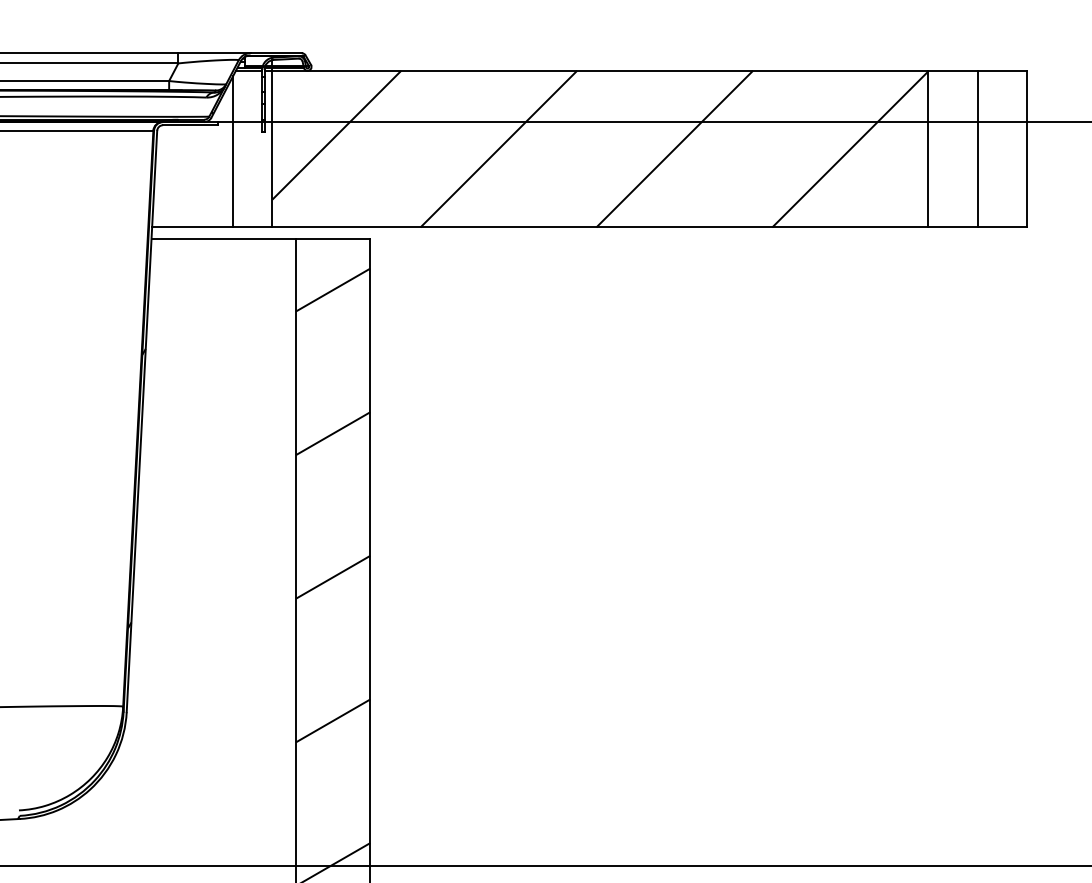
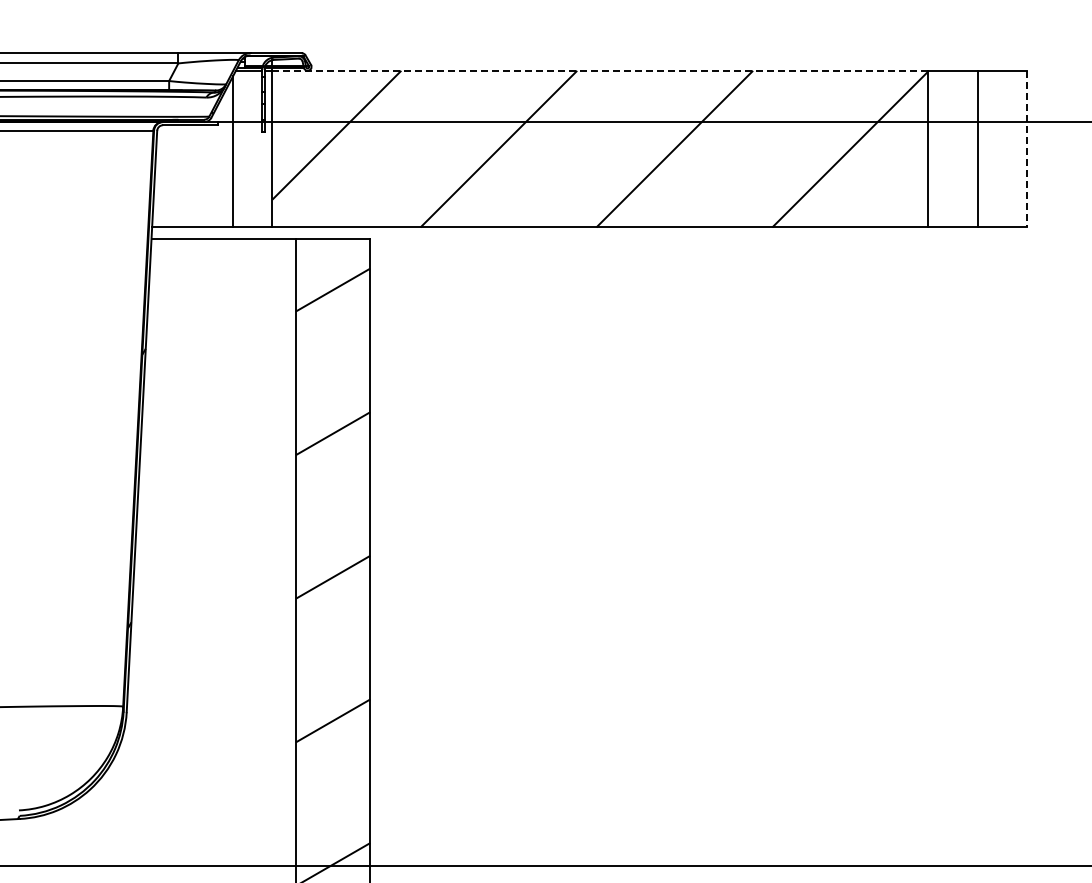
line at (600, 70): solid -> dashed
line at (1027, 149): solid -> dashed
